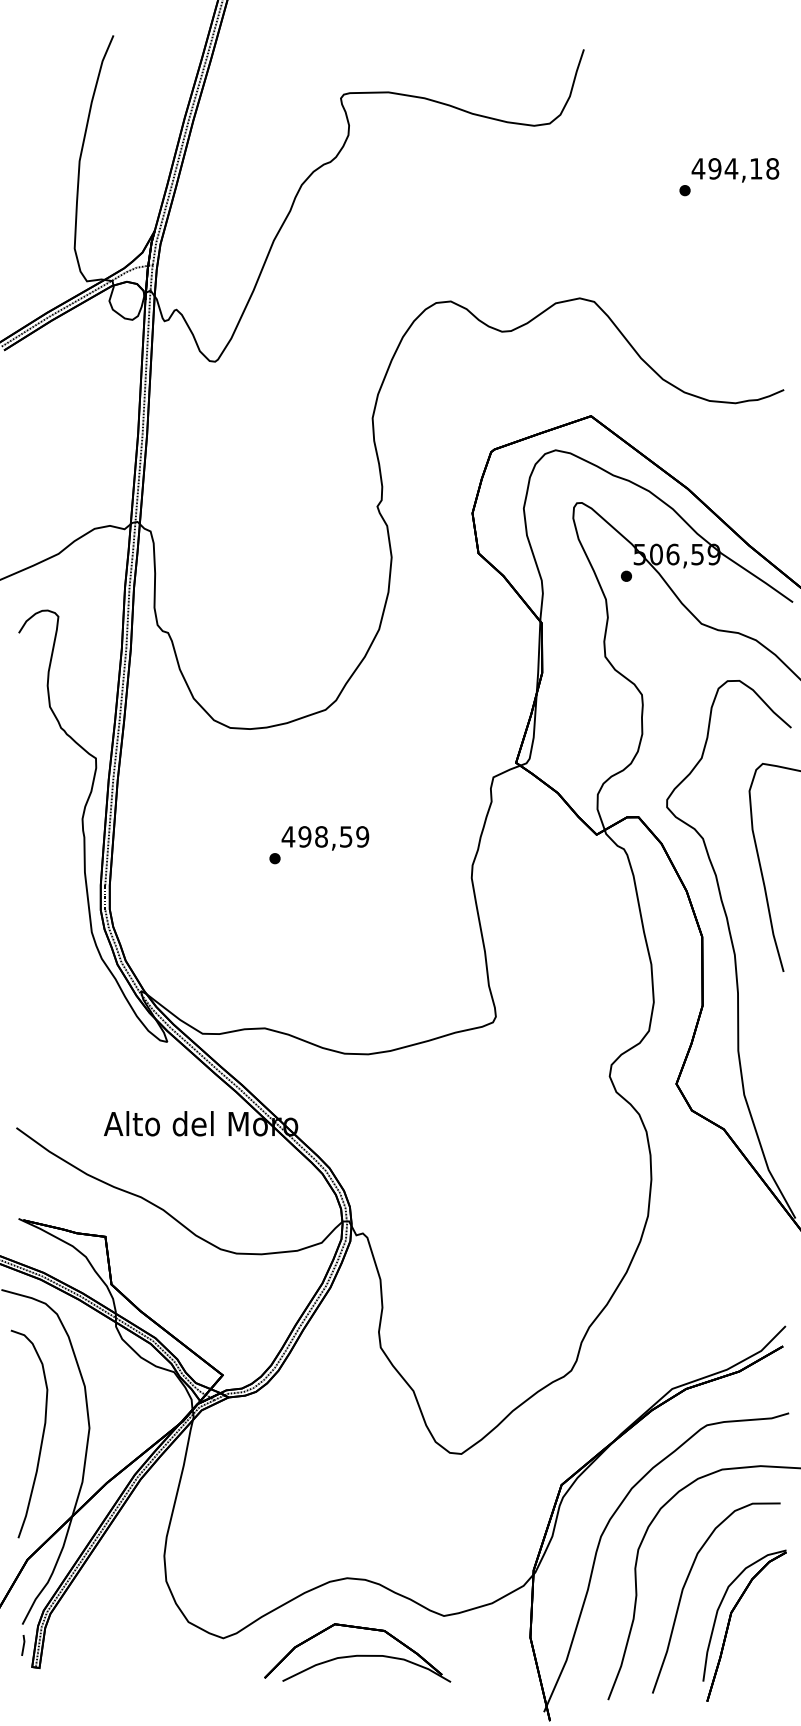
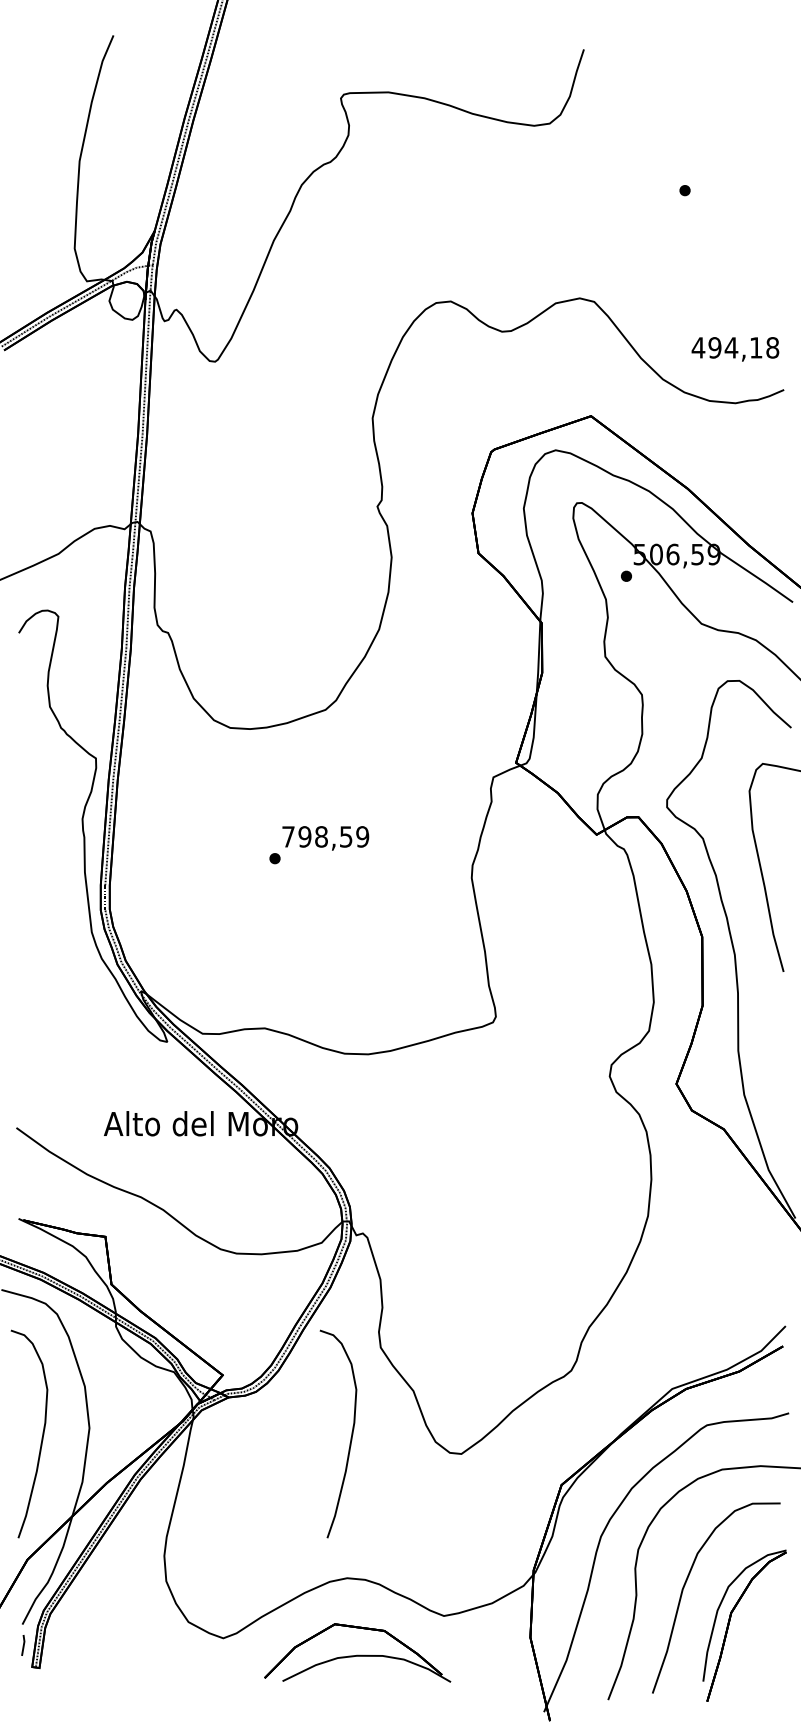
text at (735, 170) position: (735, 170) -> (735, 349)
text at (288, 836): 498,59 -> 798,59
curve at (350, 1437): none -> present
